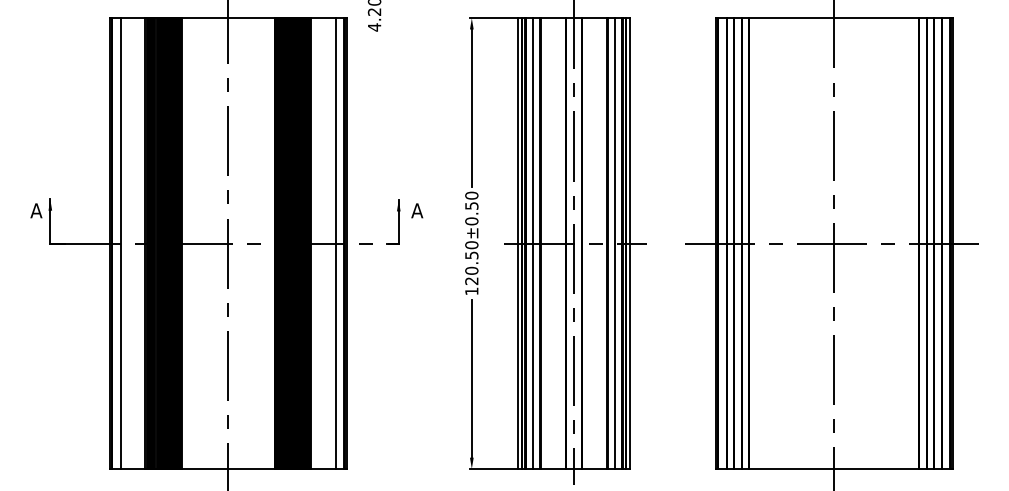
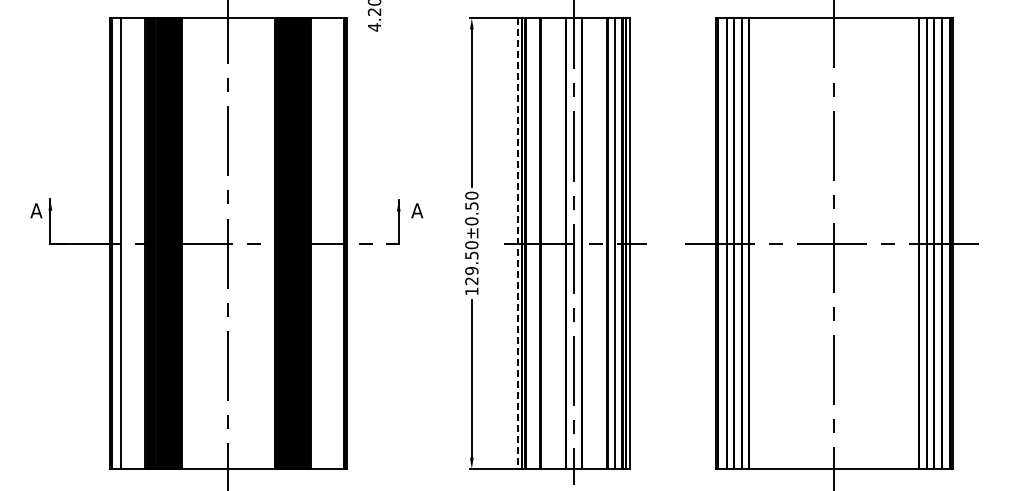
line at (335, 243): present -> none
line at (532, 243): present -> none
line at (517, 244): solid -> dashed
text at (471, 270): 120.50±0.50 -> 129.50±0.50
